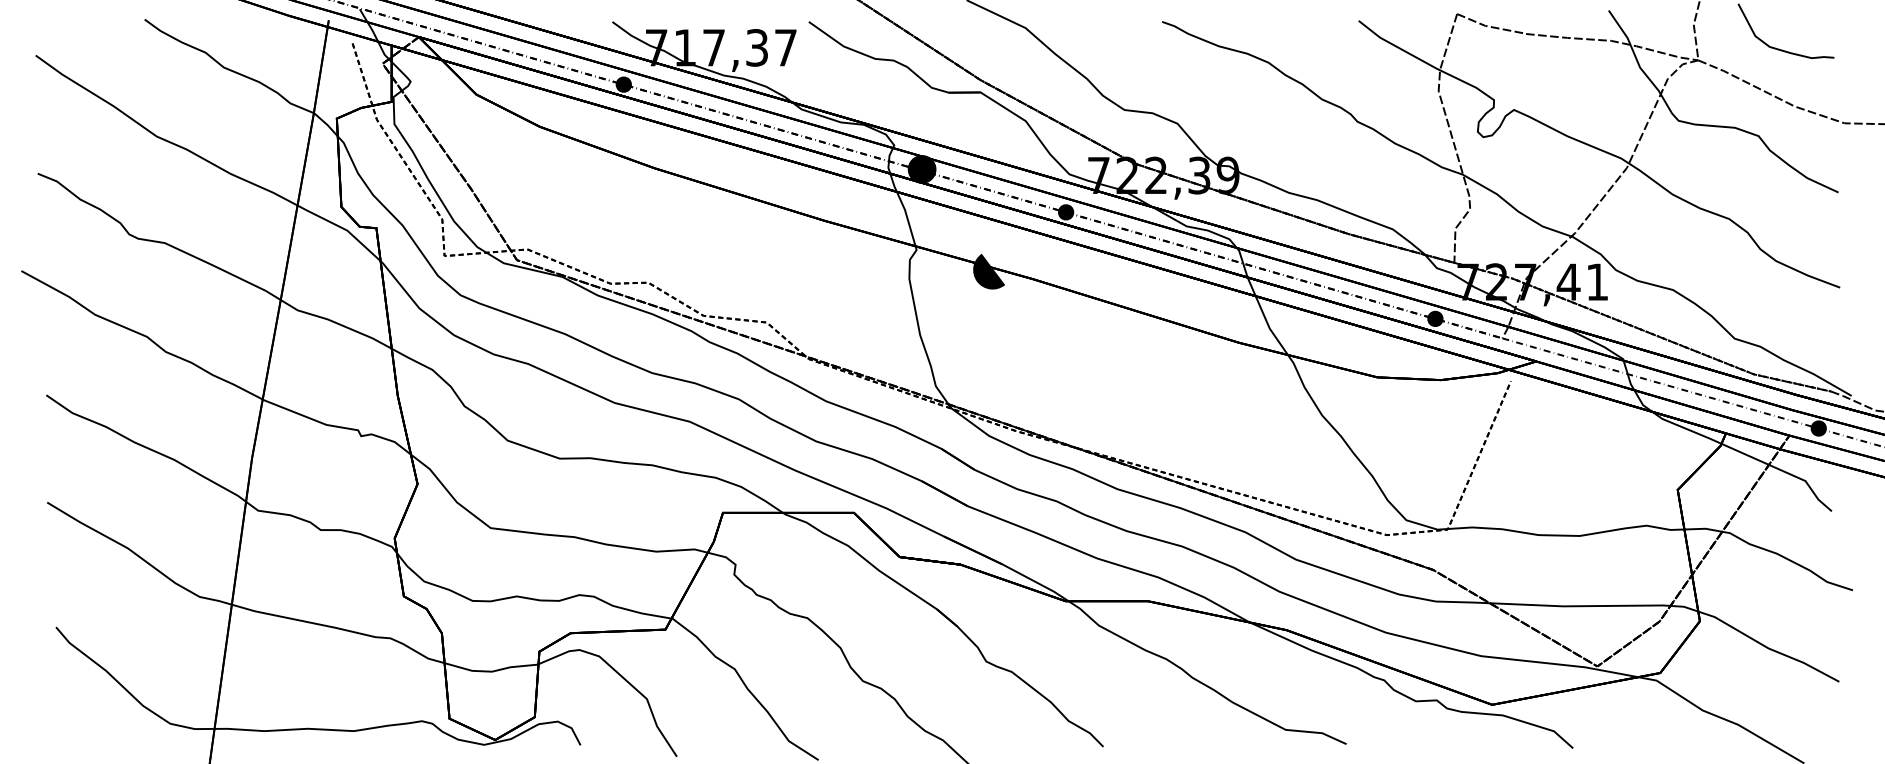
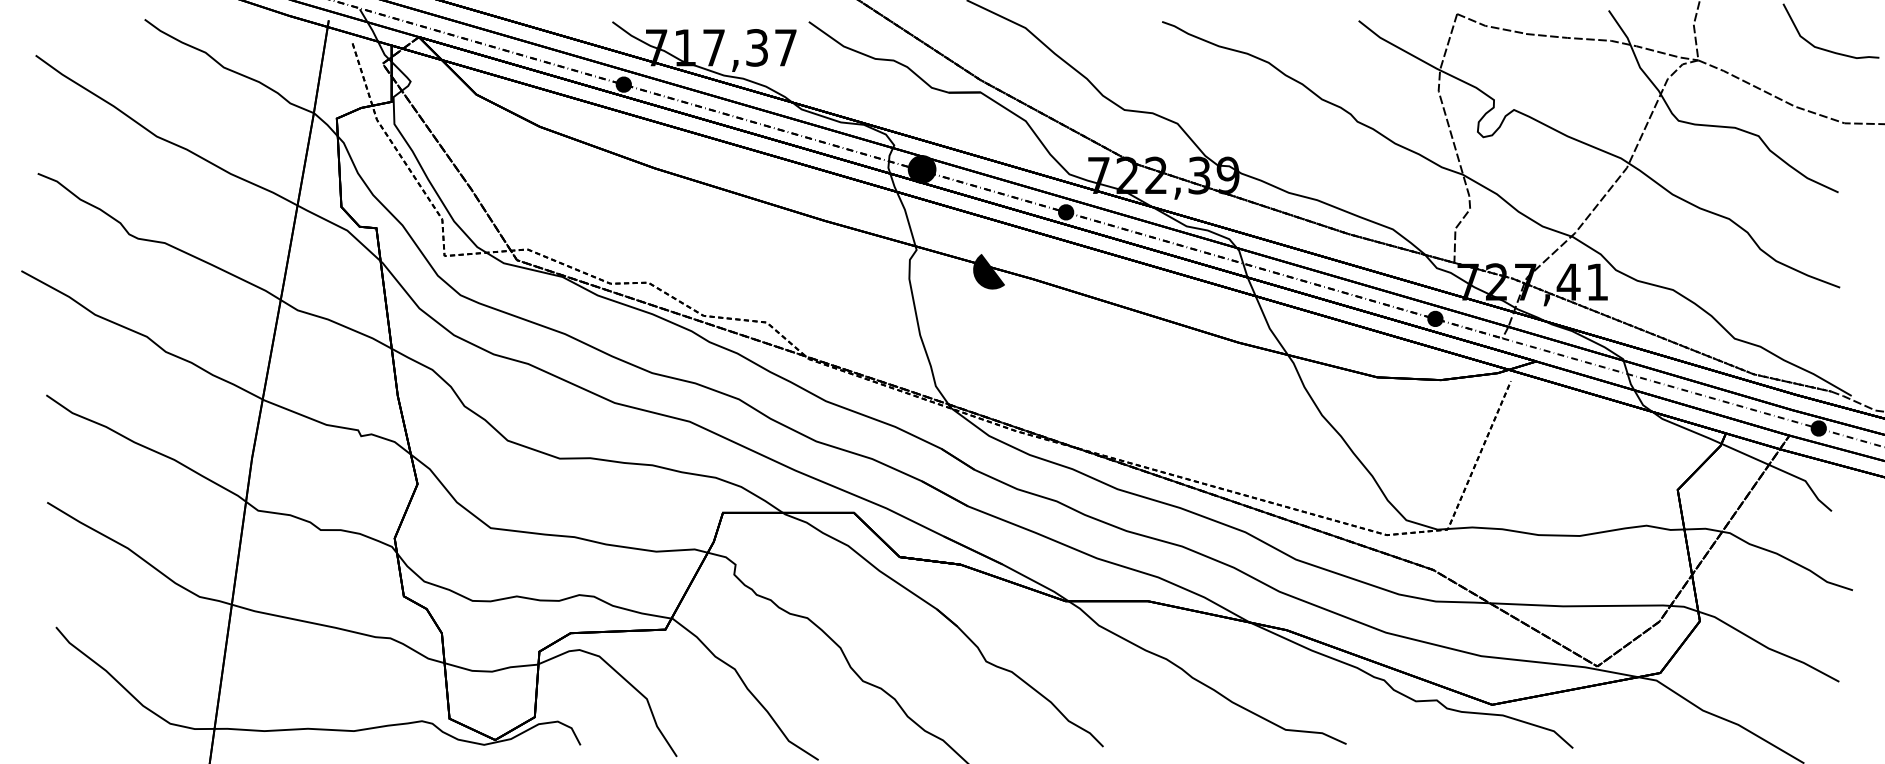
curve at (1779, 48) position: (1779, 48) -> (1824, 48)
